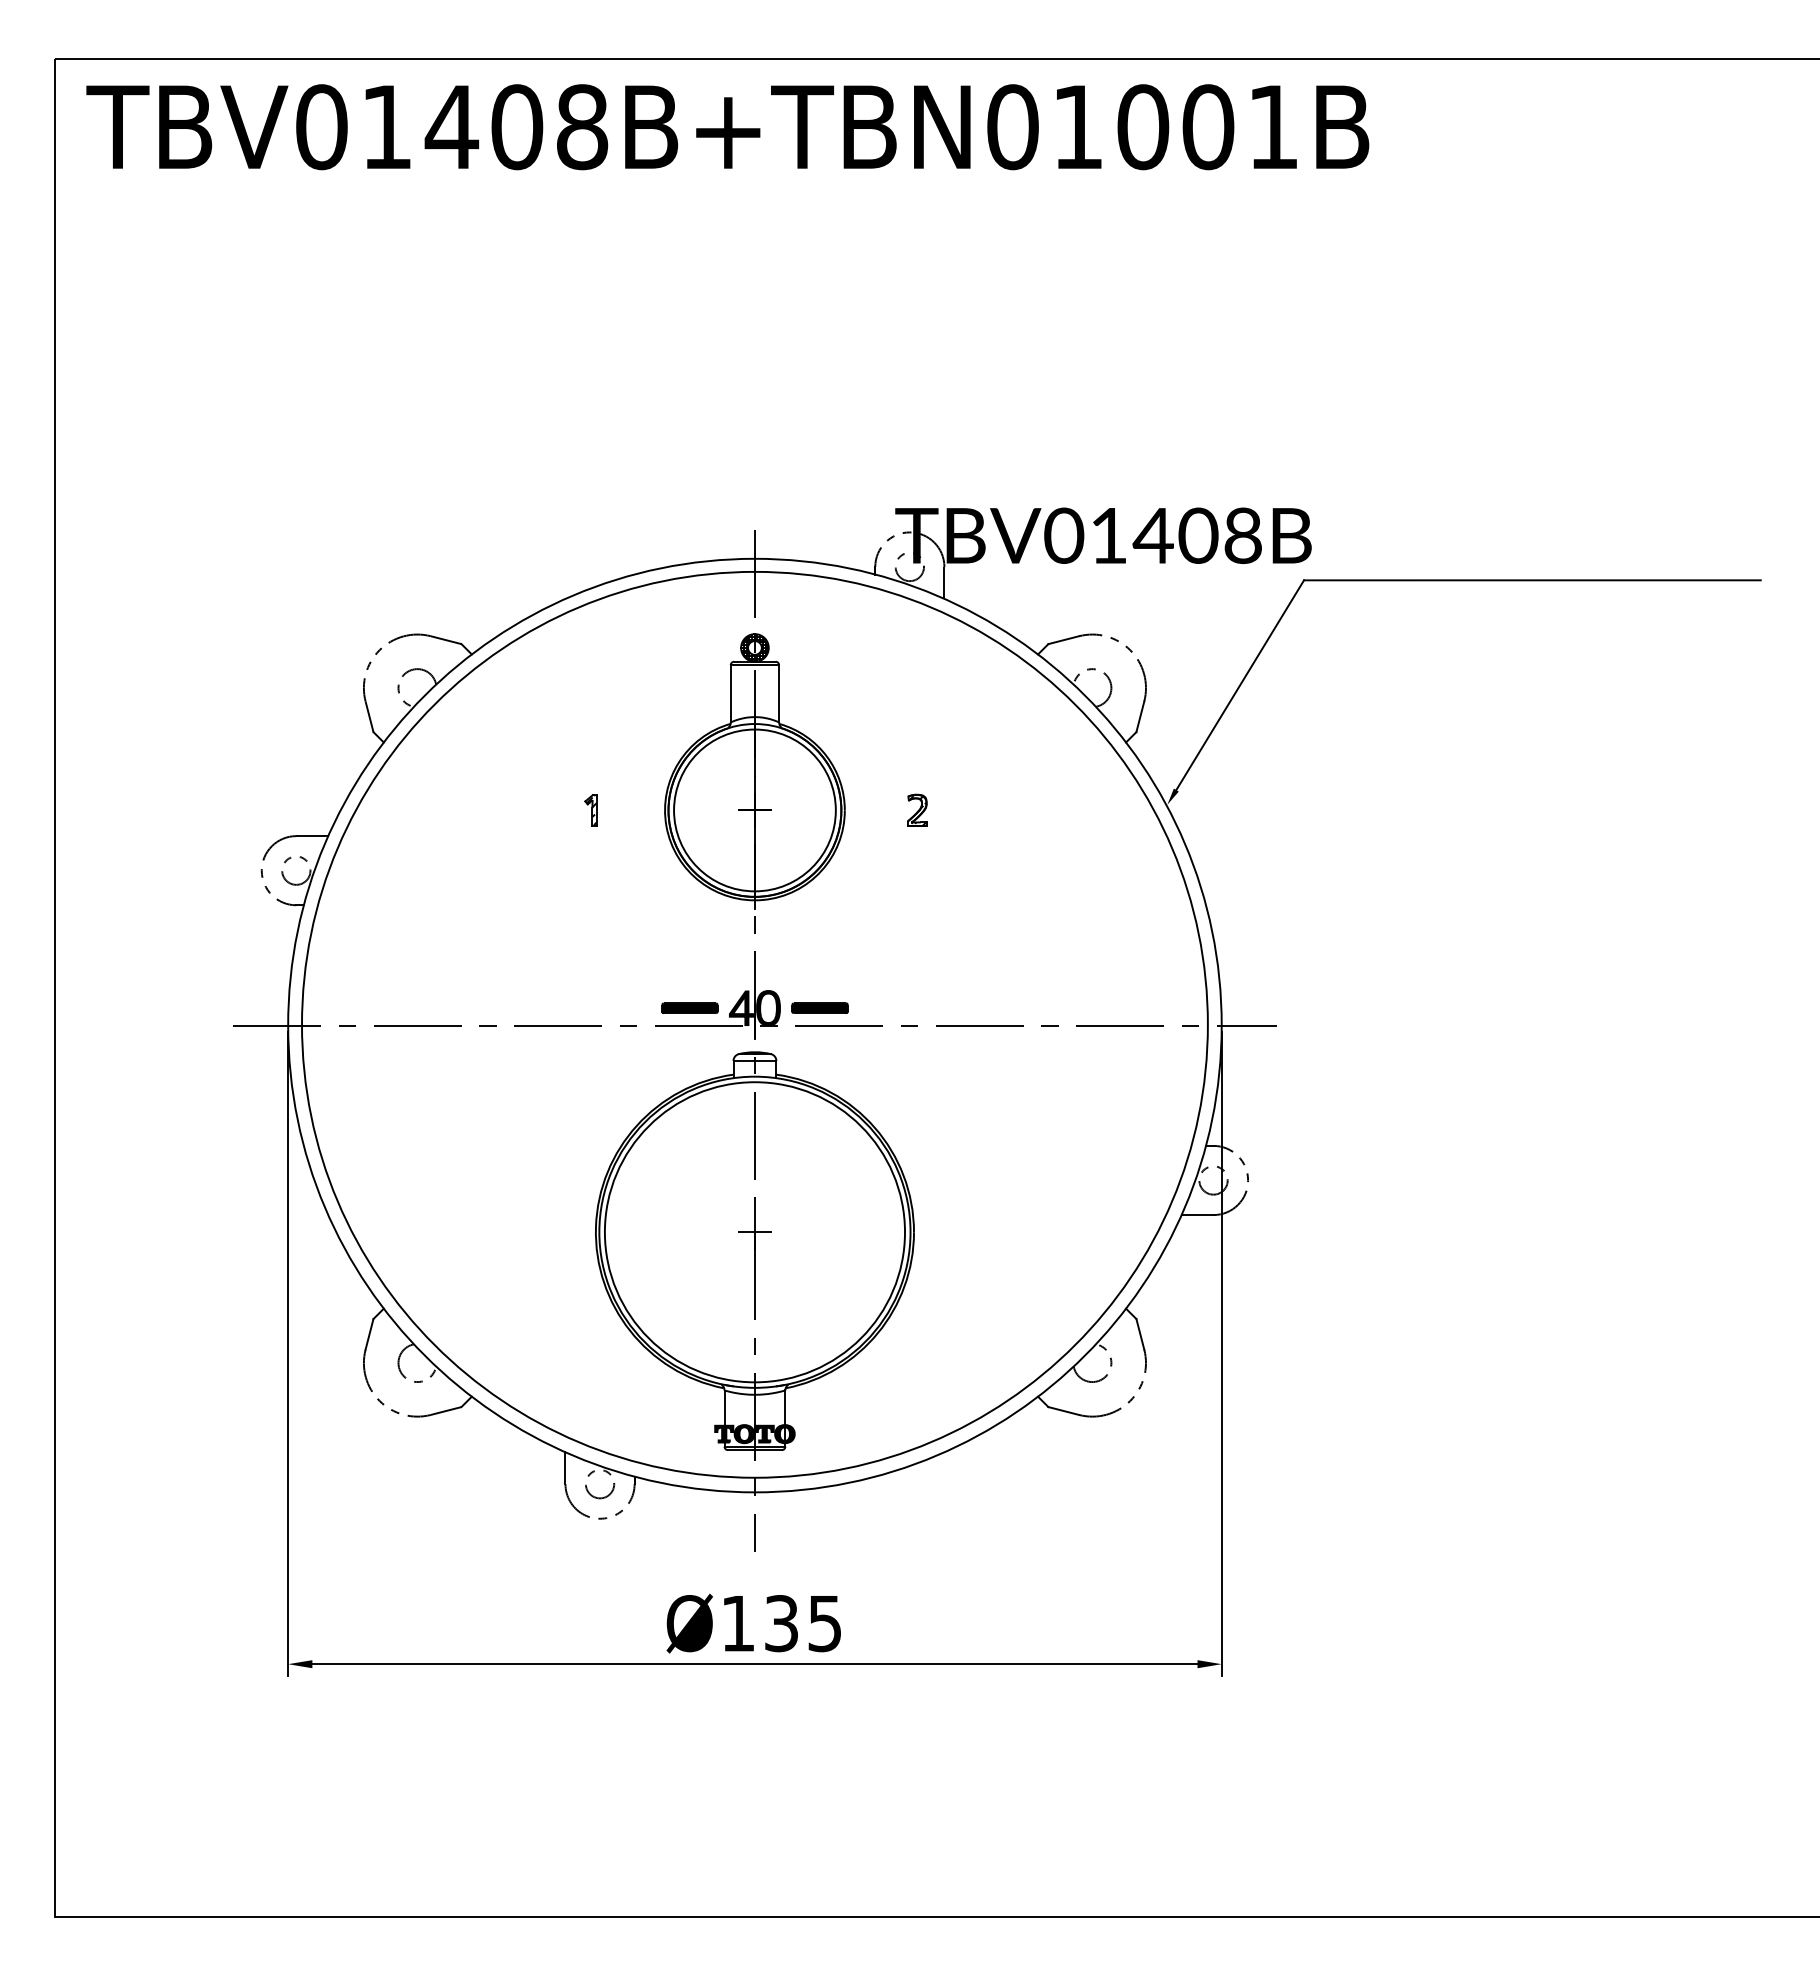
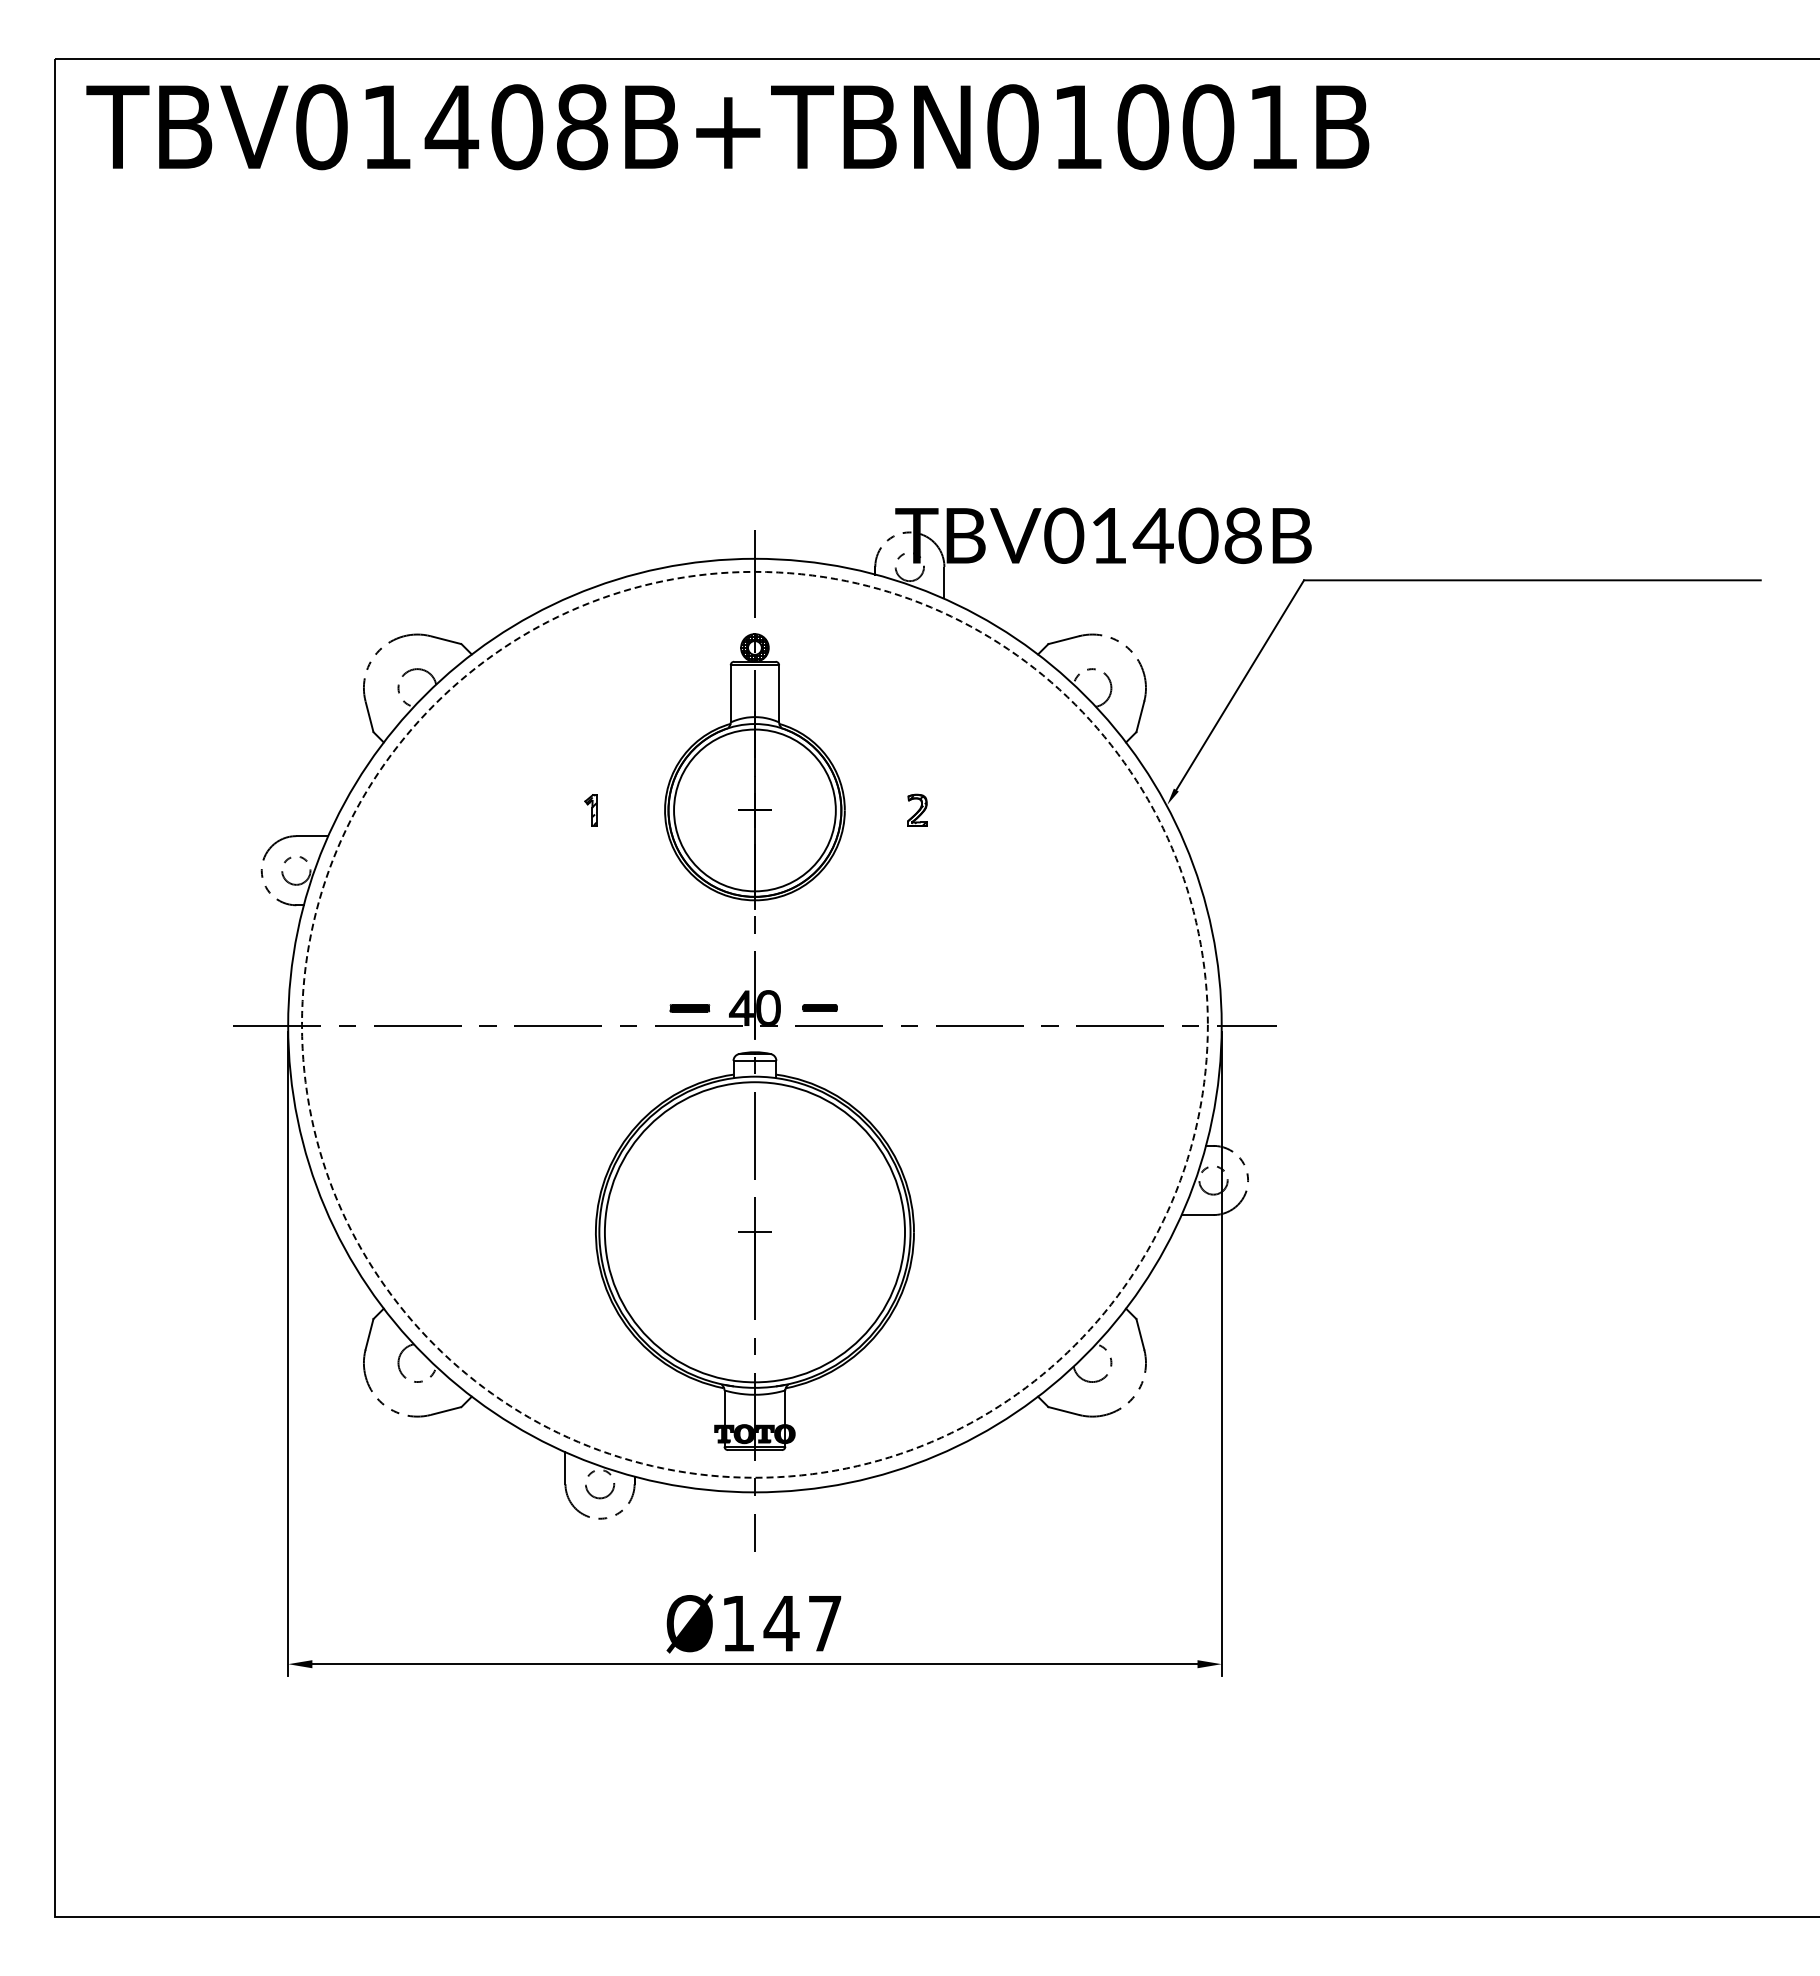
part at (689, 1007) size: 58x12 px -> 42x9 px
part at (819, 1007) size: 58x12 px -> 36x8 px
circle at (754, 1024): solid -> dashed
text at (802, 1623): Ø135 -> Ø147
